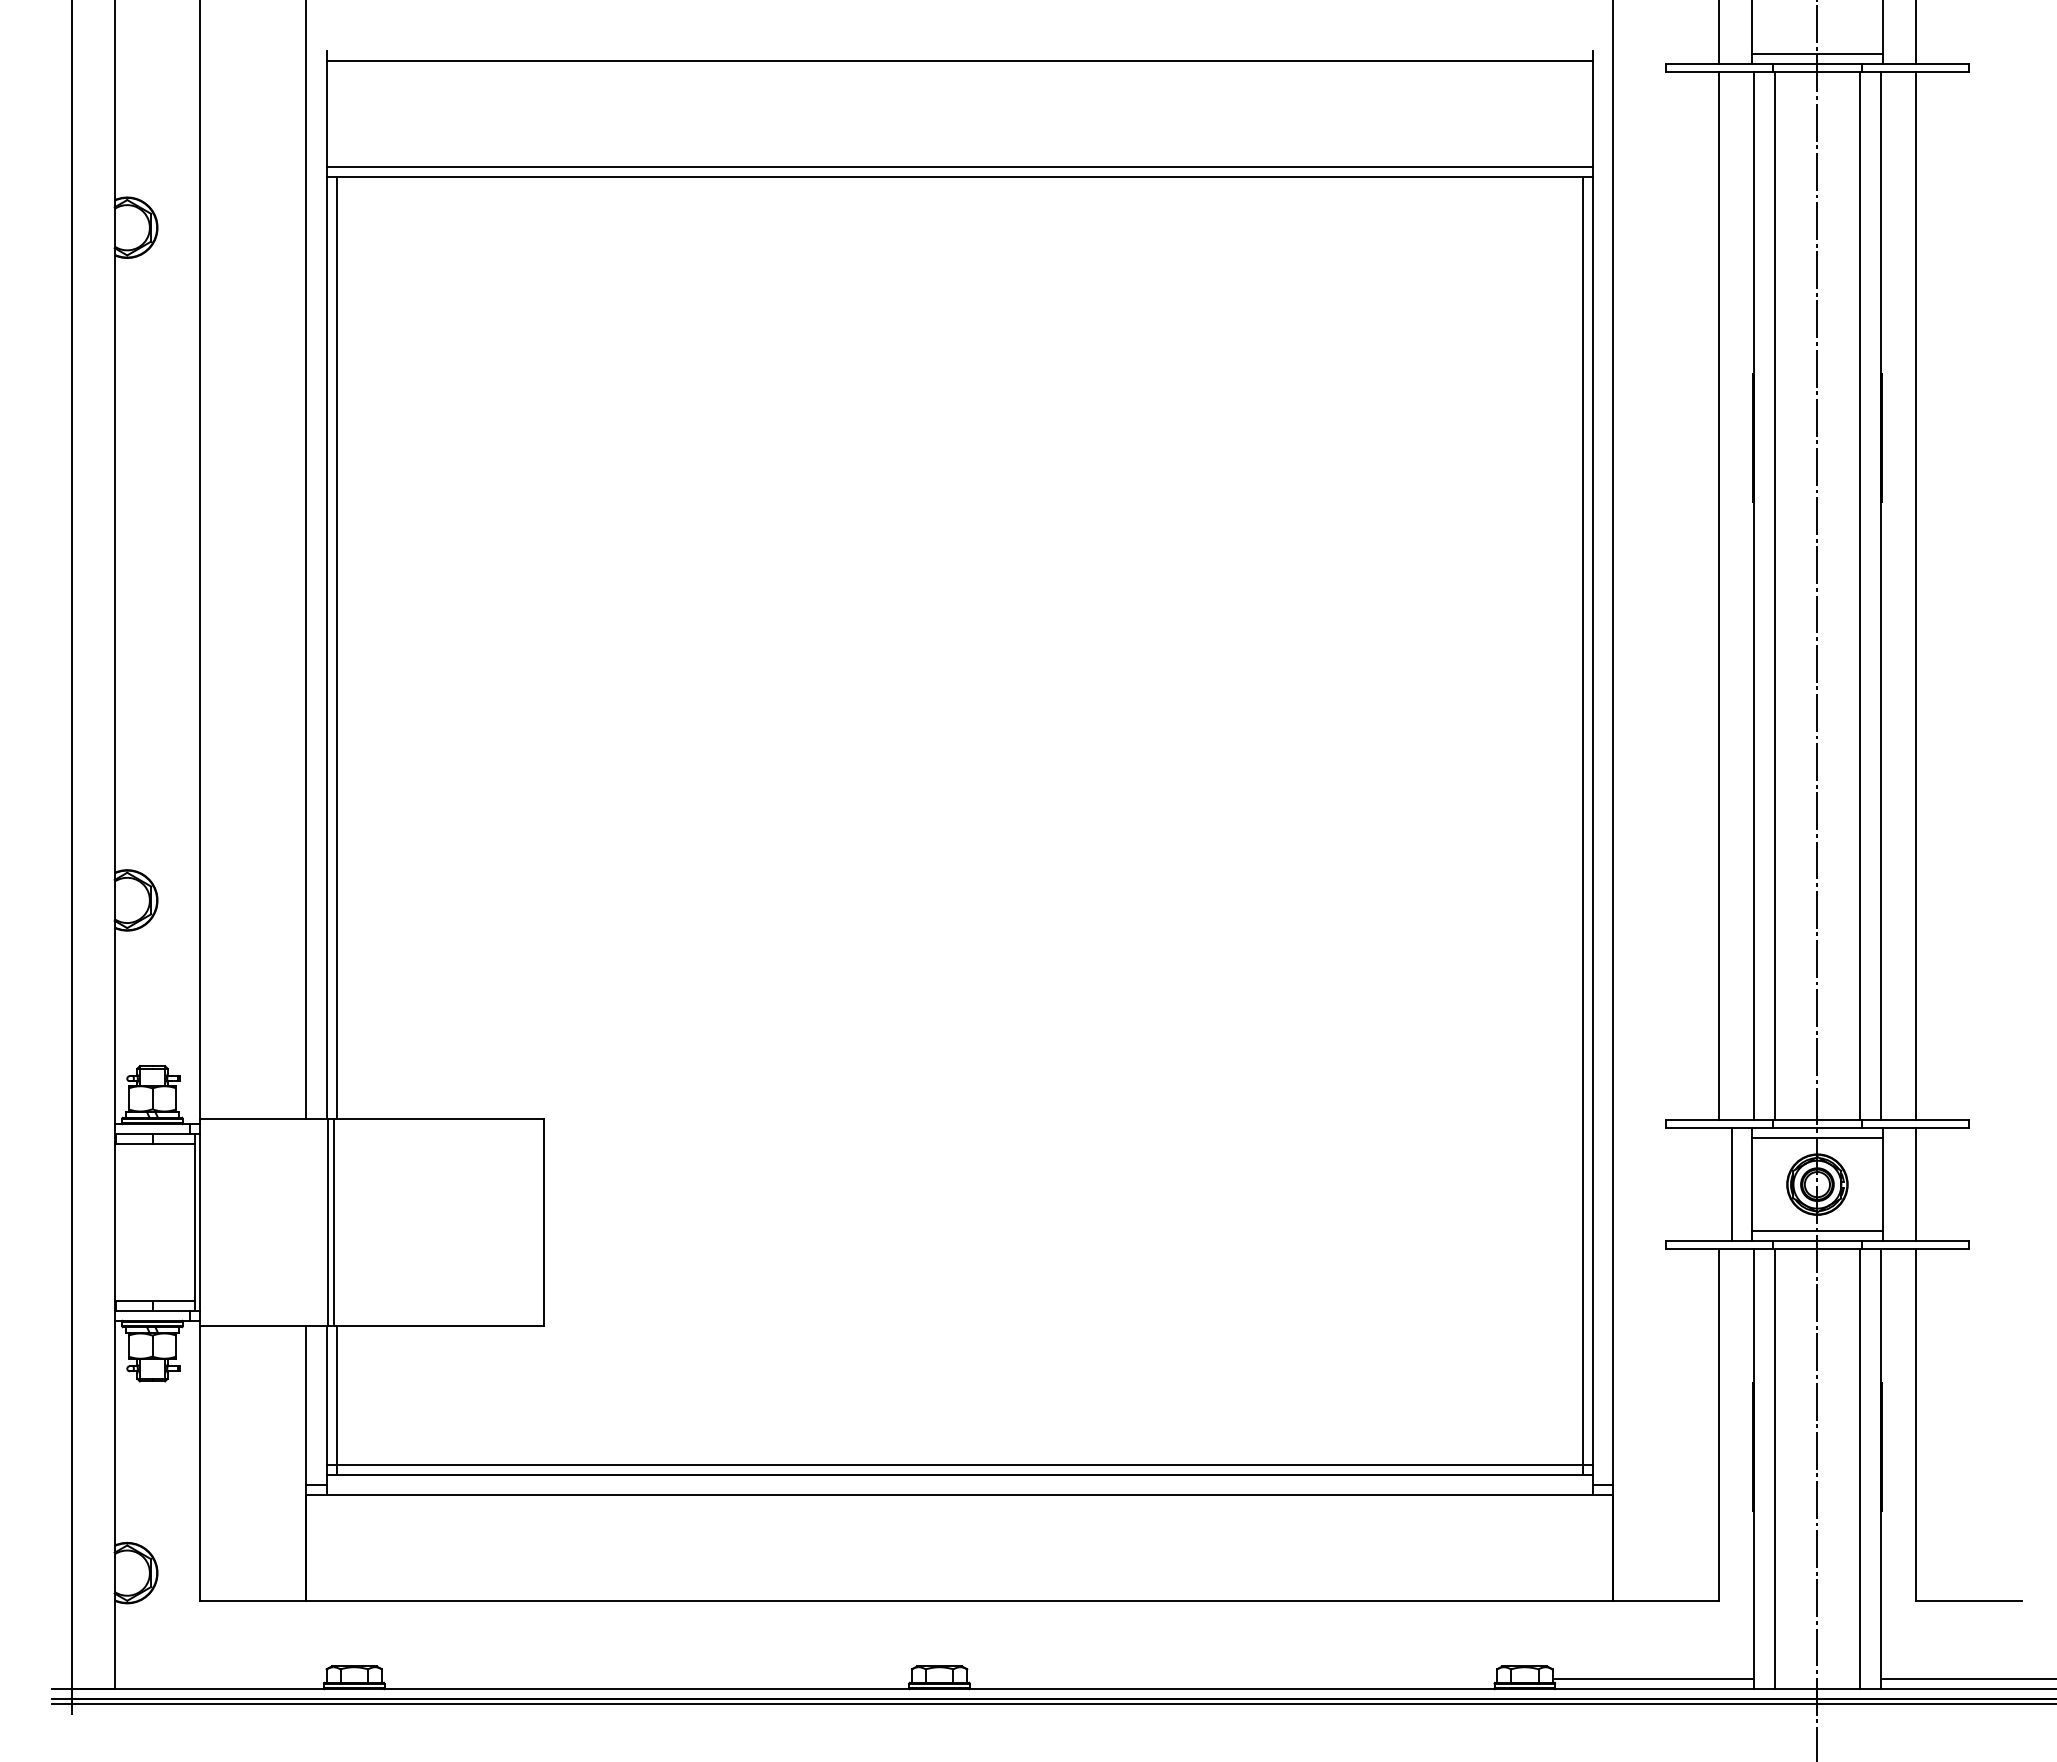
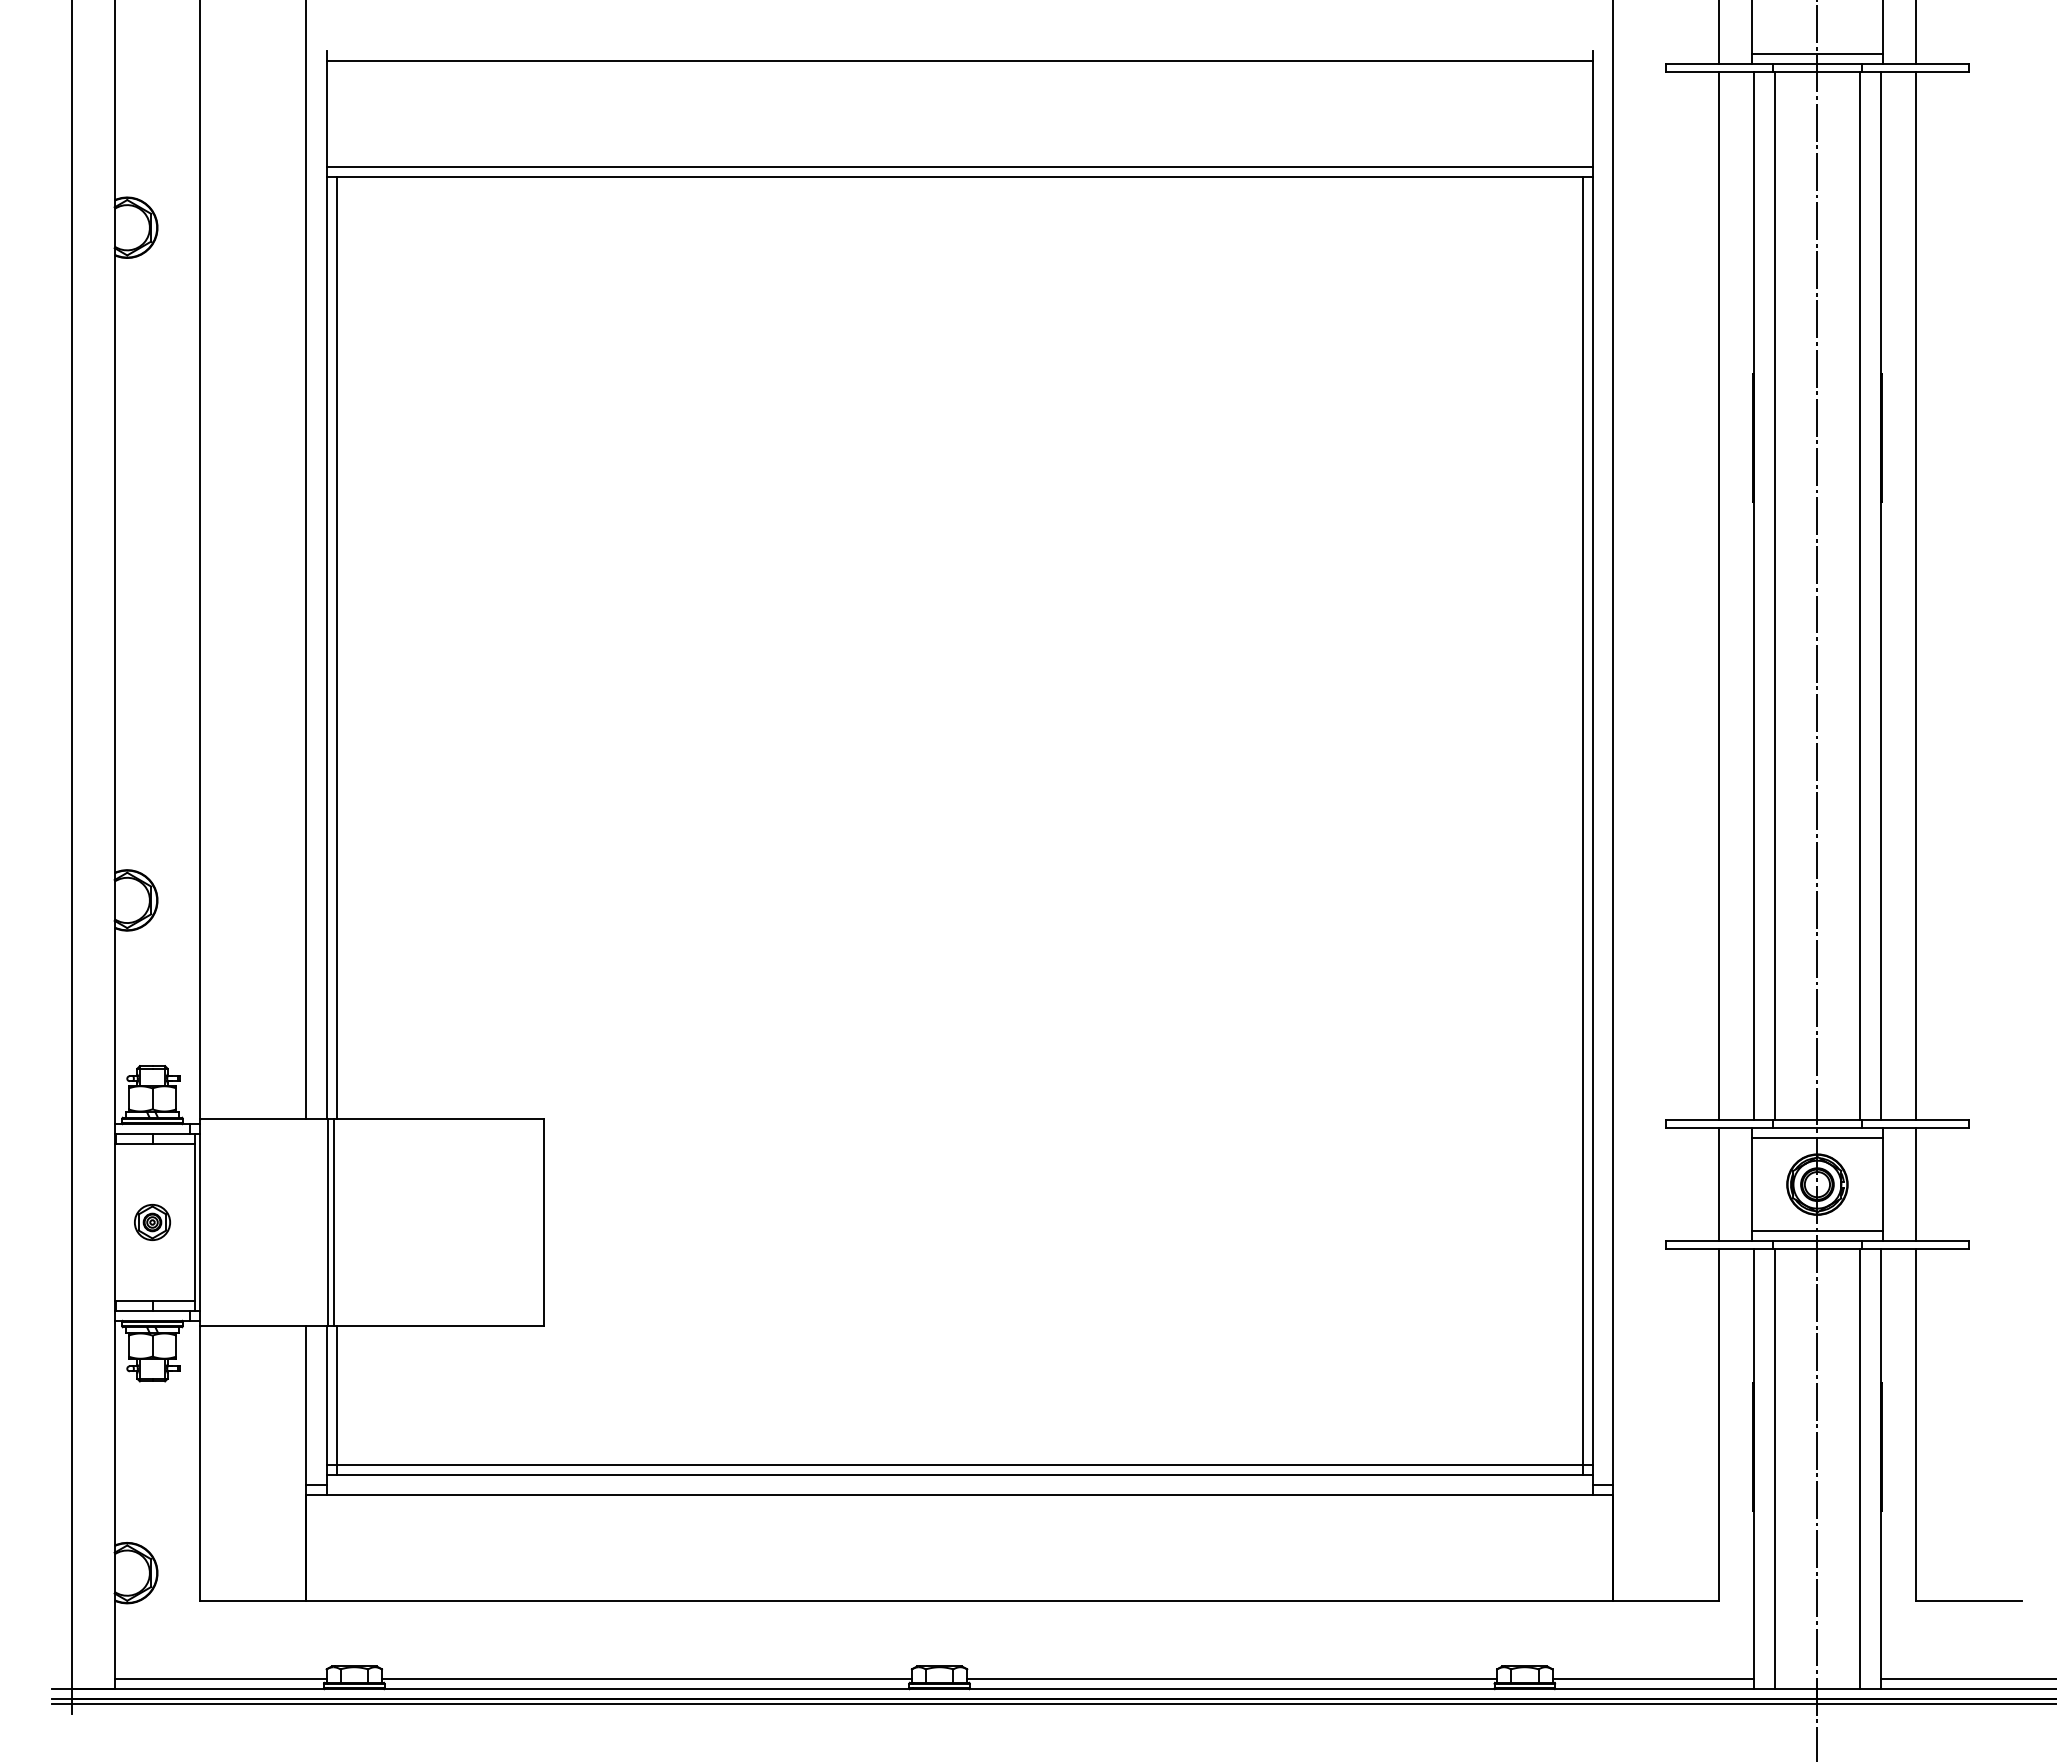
line at (1732, 1184) position: (1732, 1184) -> (1719, 1184)
part at (152, 1222): none -> present
line at (220, 1679): none -> present
line at (646, 1679): none -> present
line at (1232, 1679): none -> present
